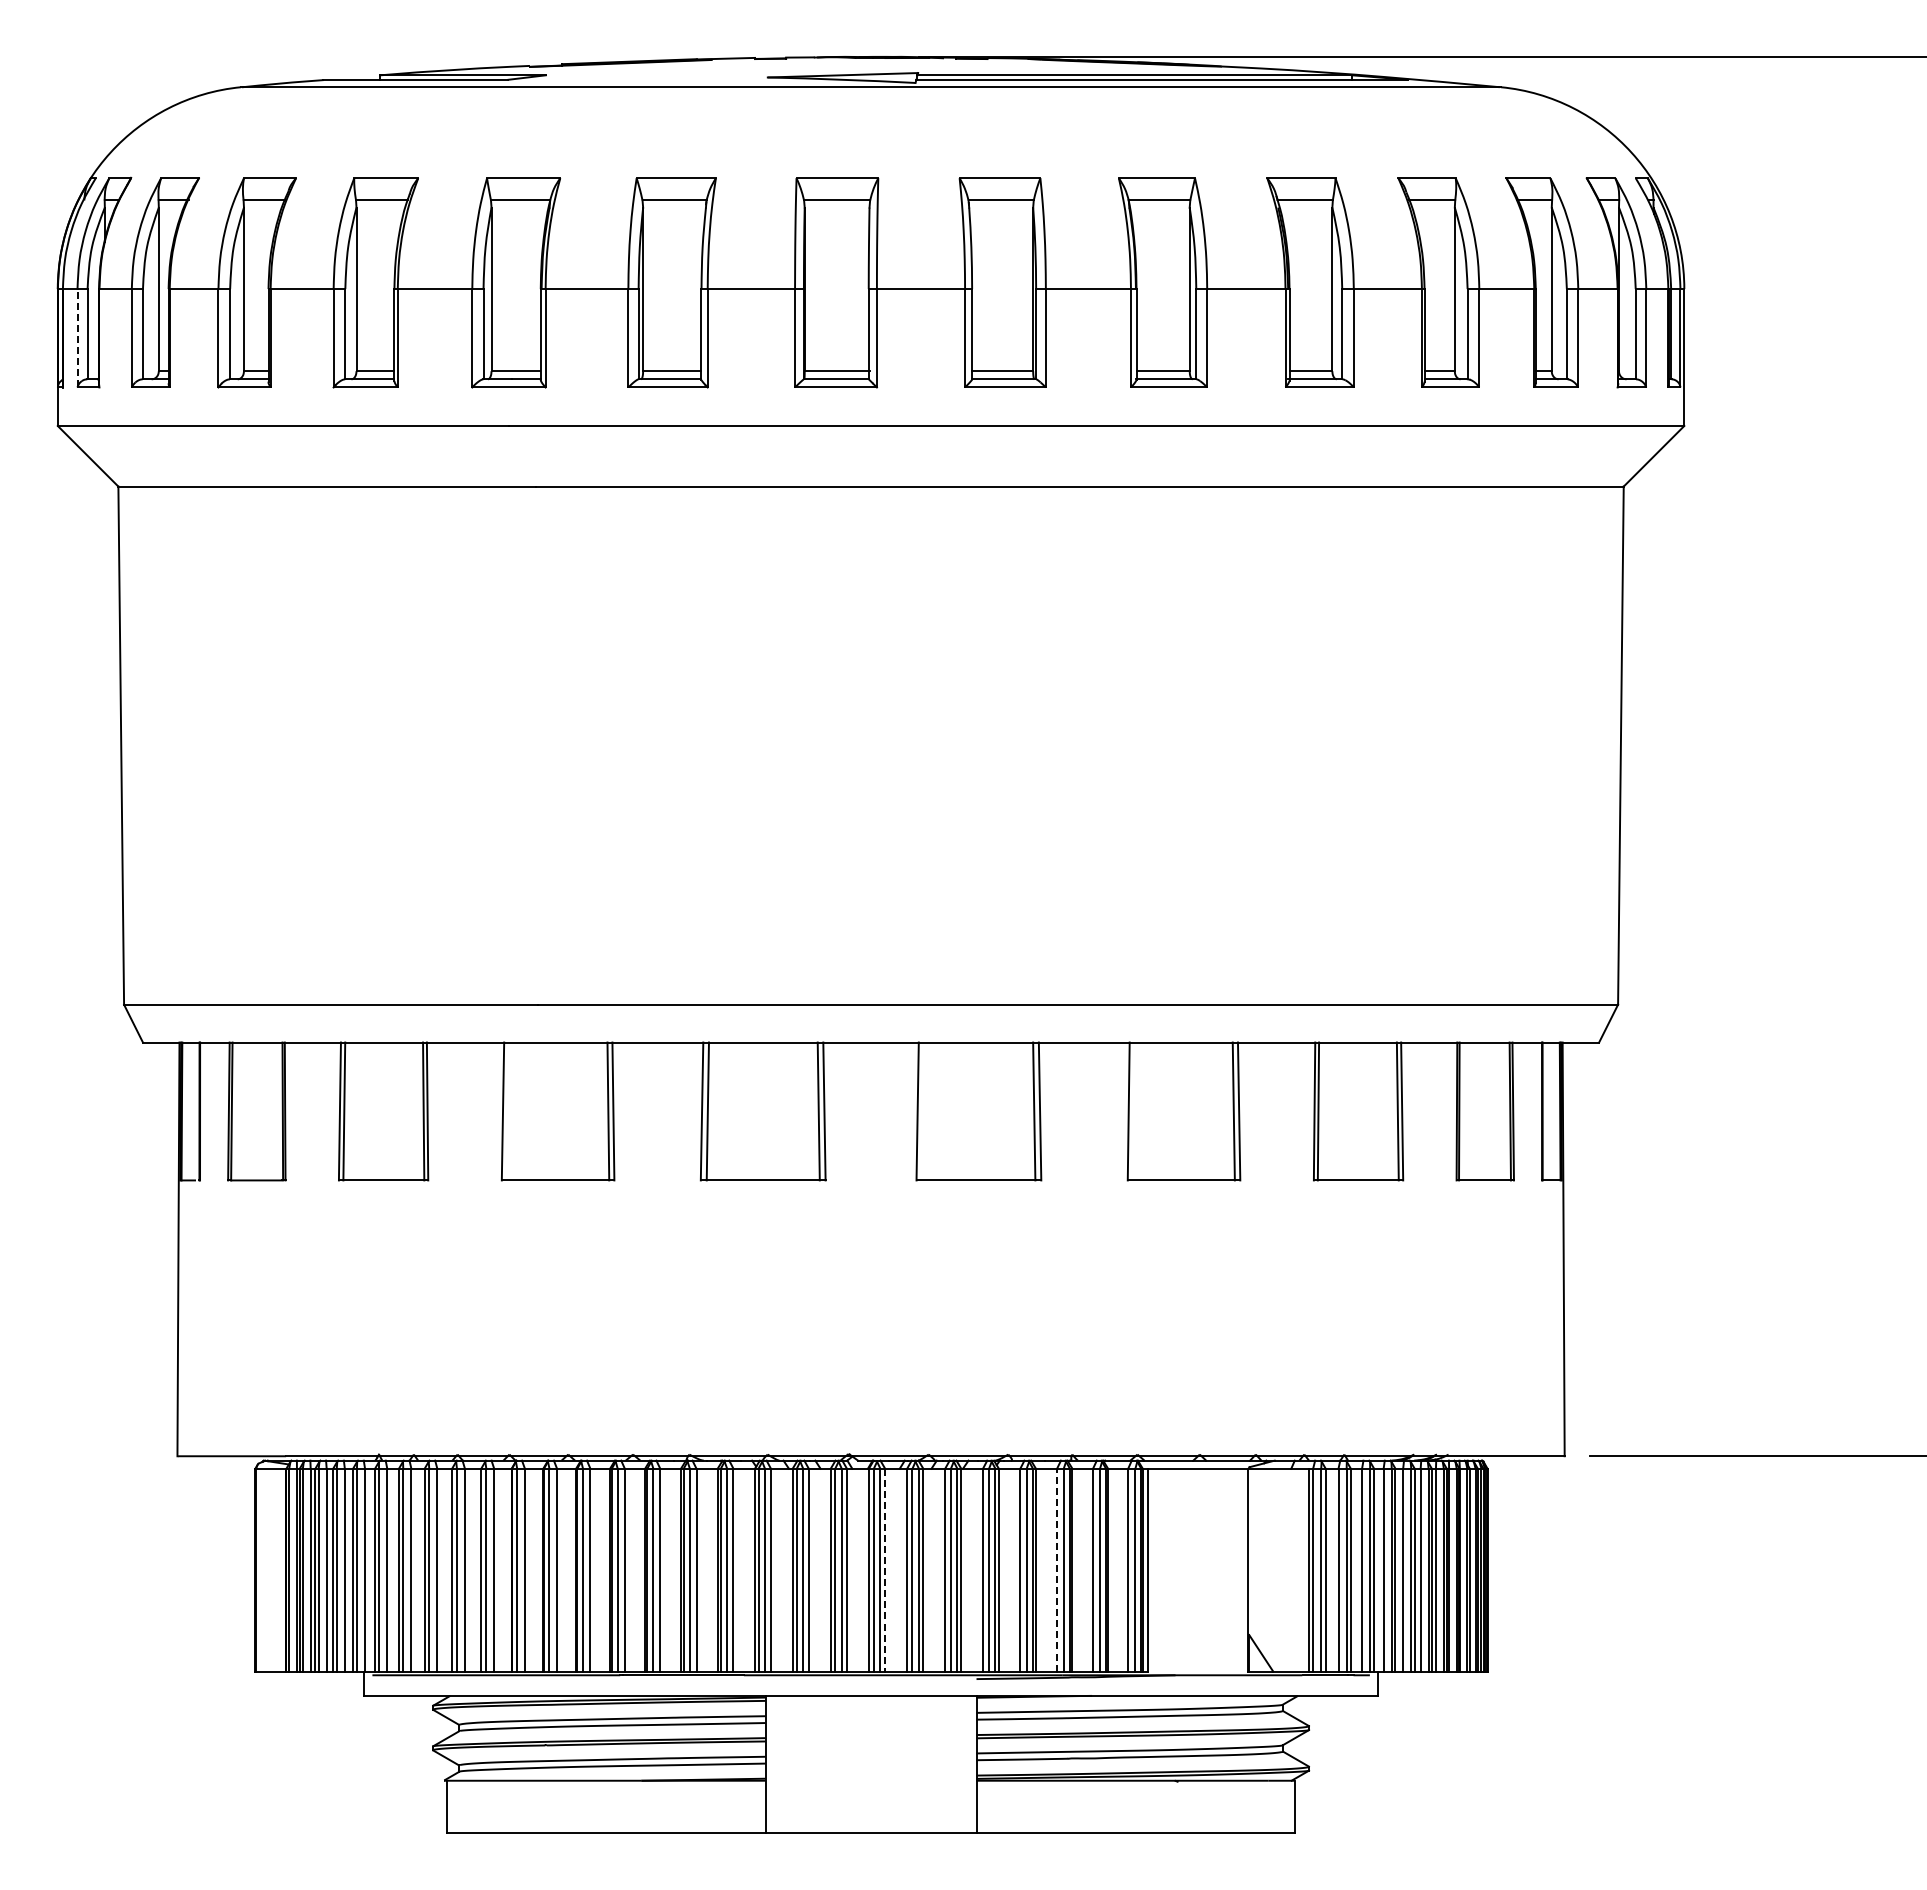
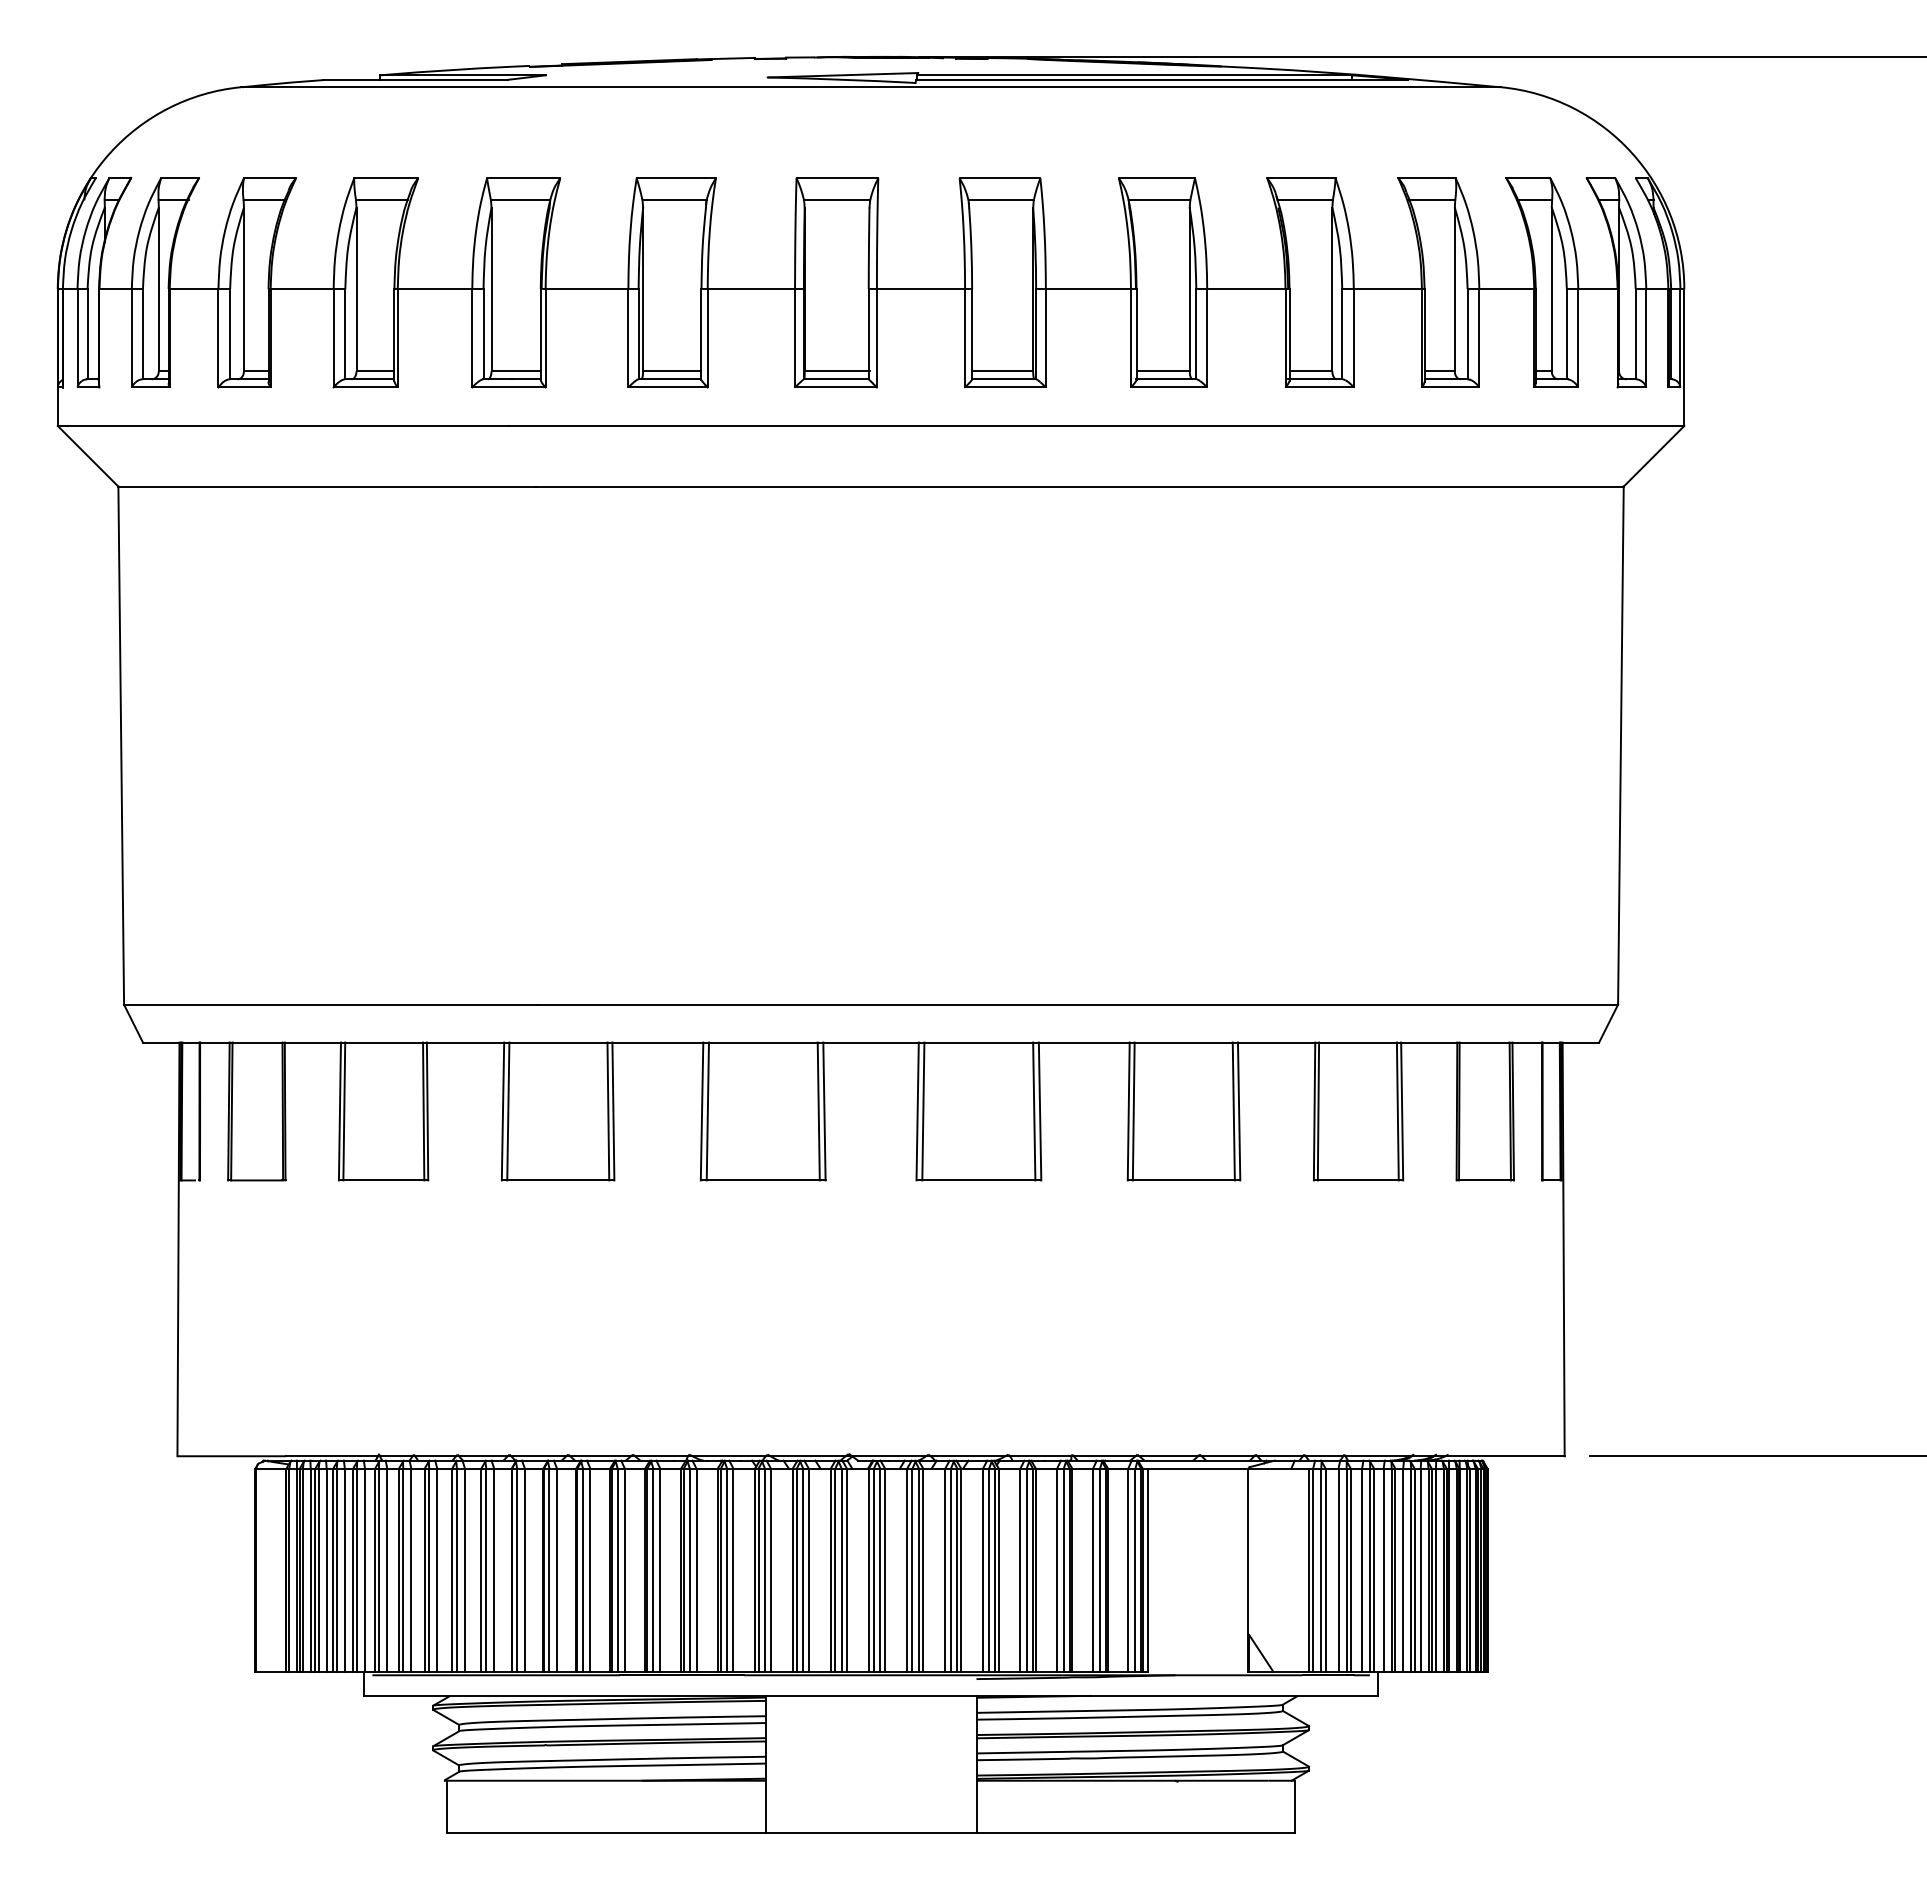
line at (77, 337): dashed -> solid
line at (508, 1111): none -> present
line at (923, 1111): none -> present
line at (1133, 1111): none -> present
line at (1057, 1569): dashed -> solid
line at (885, 1570): dashed -> solid
